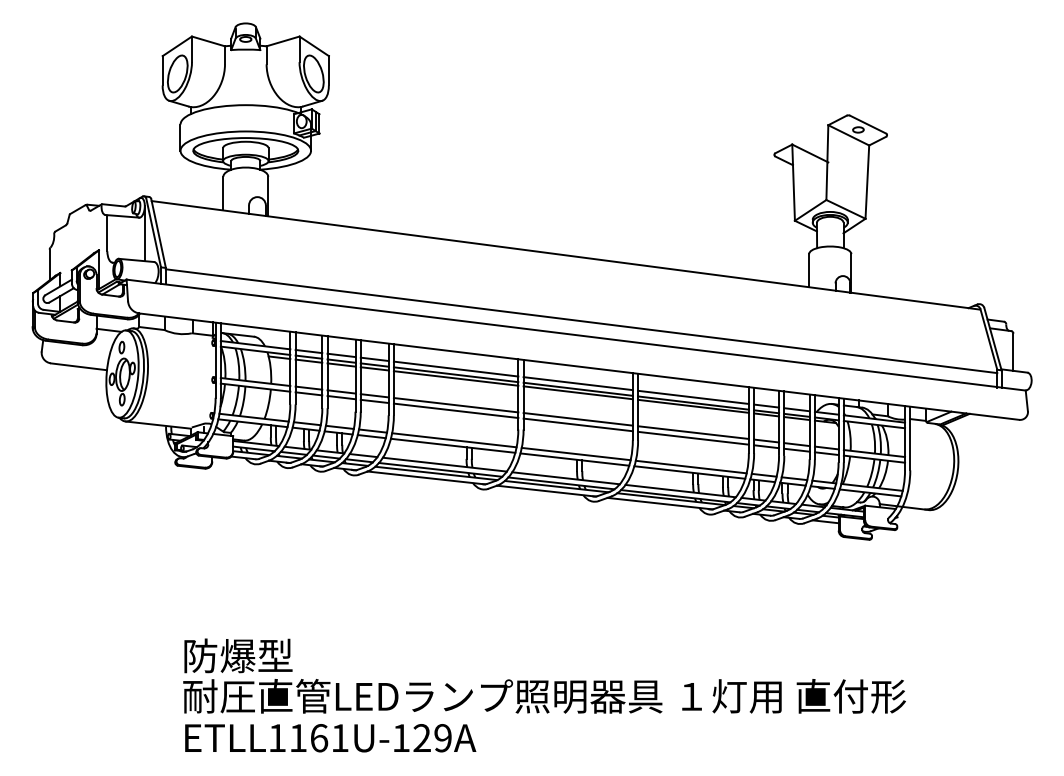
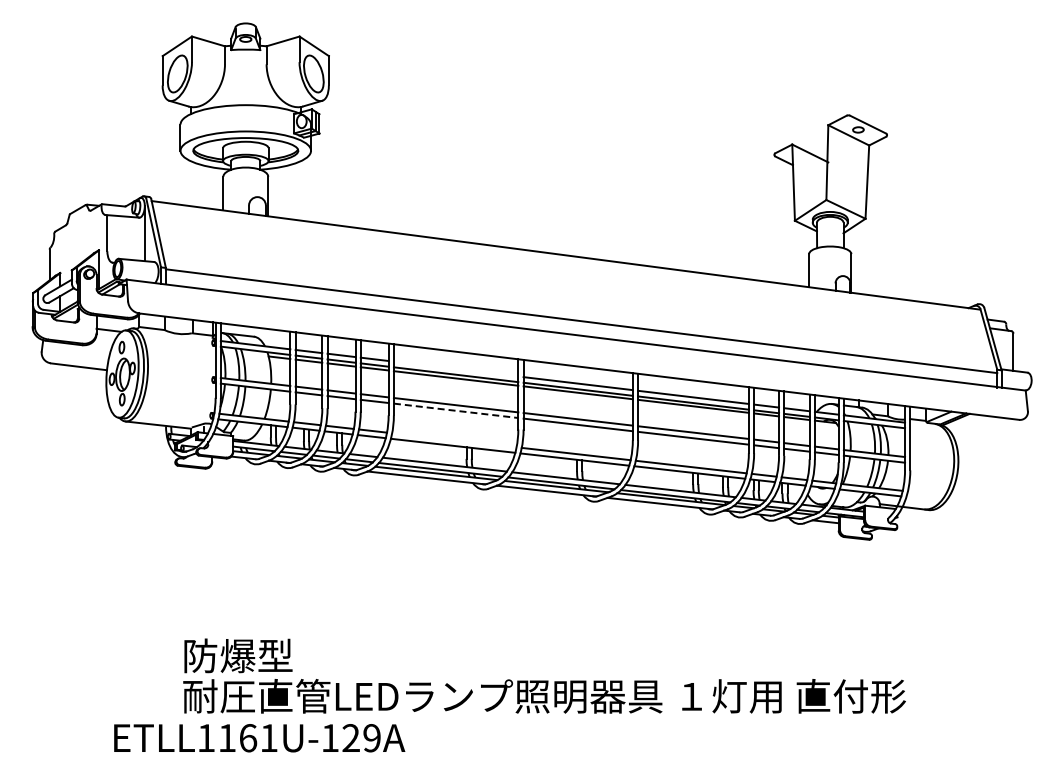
line at (455, 368): present -> none
line at (456, 410): solid -> dashed
line at (454, 440): present -> none
text at (330, 738) position: (330, 738) -> (259, 738)
